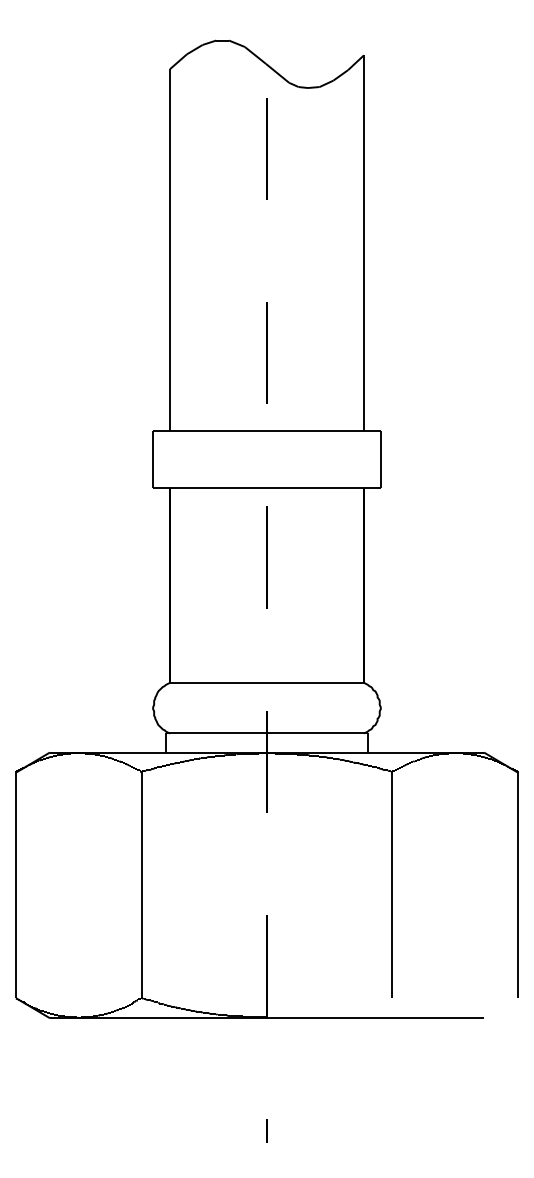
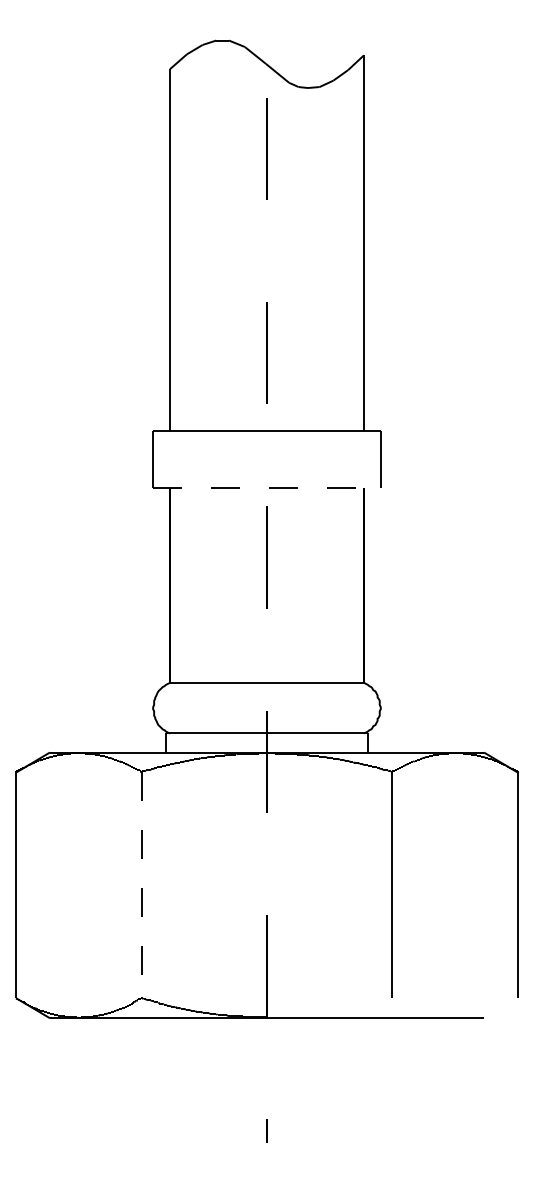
line at (266, 487): solid -> dashed
line at (141, 885): solid -> dashed
